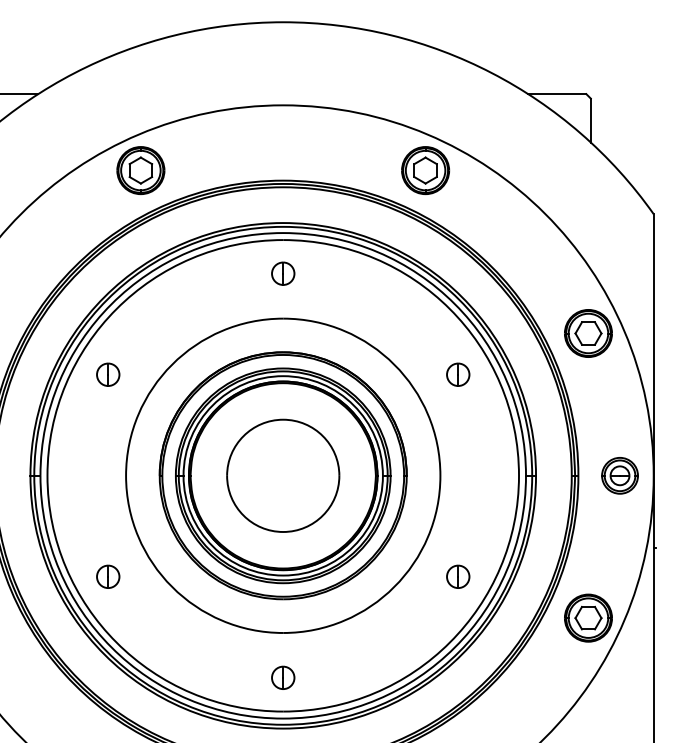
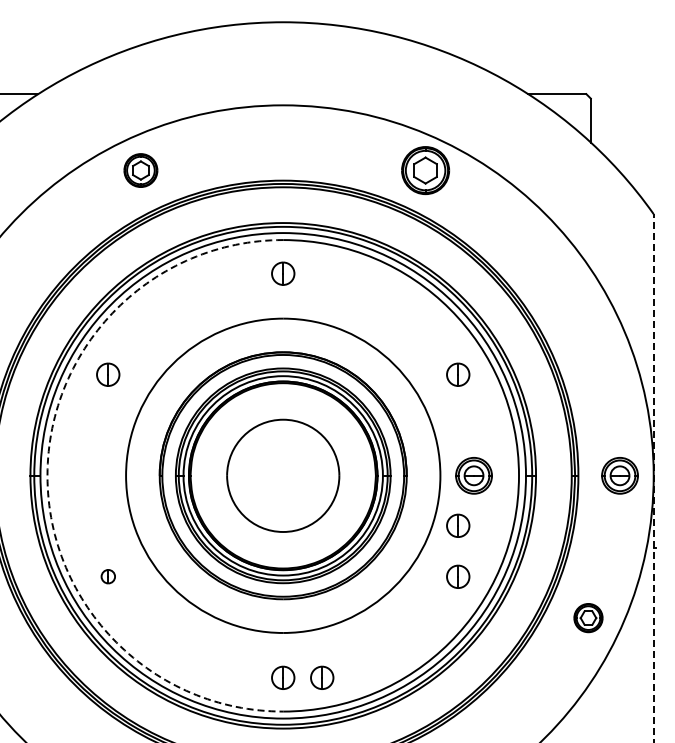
part at (140, 170) size: 50x49 px -> 36x35 px
part at (588, 333): present -> none
arc at (47, 475): solid -> dashed
part at (473, 475): none -> present
line at (653, 478): solid -> dashed
part at (458, 525): none -> present
part at (108, 576) size: 25x25 px -> 16x16 px
part at (588, 617) size: 49x50 px -> 31x31 px
part at (322, 677): none -> present
